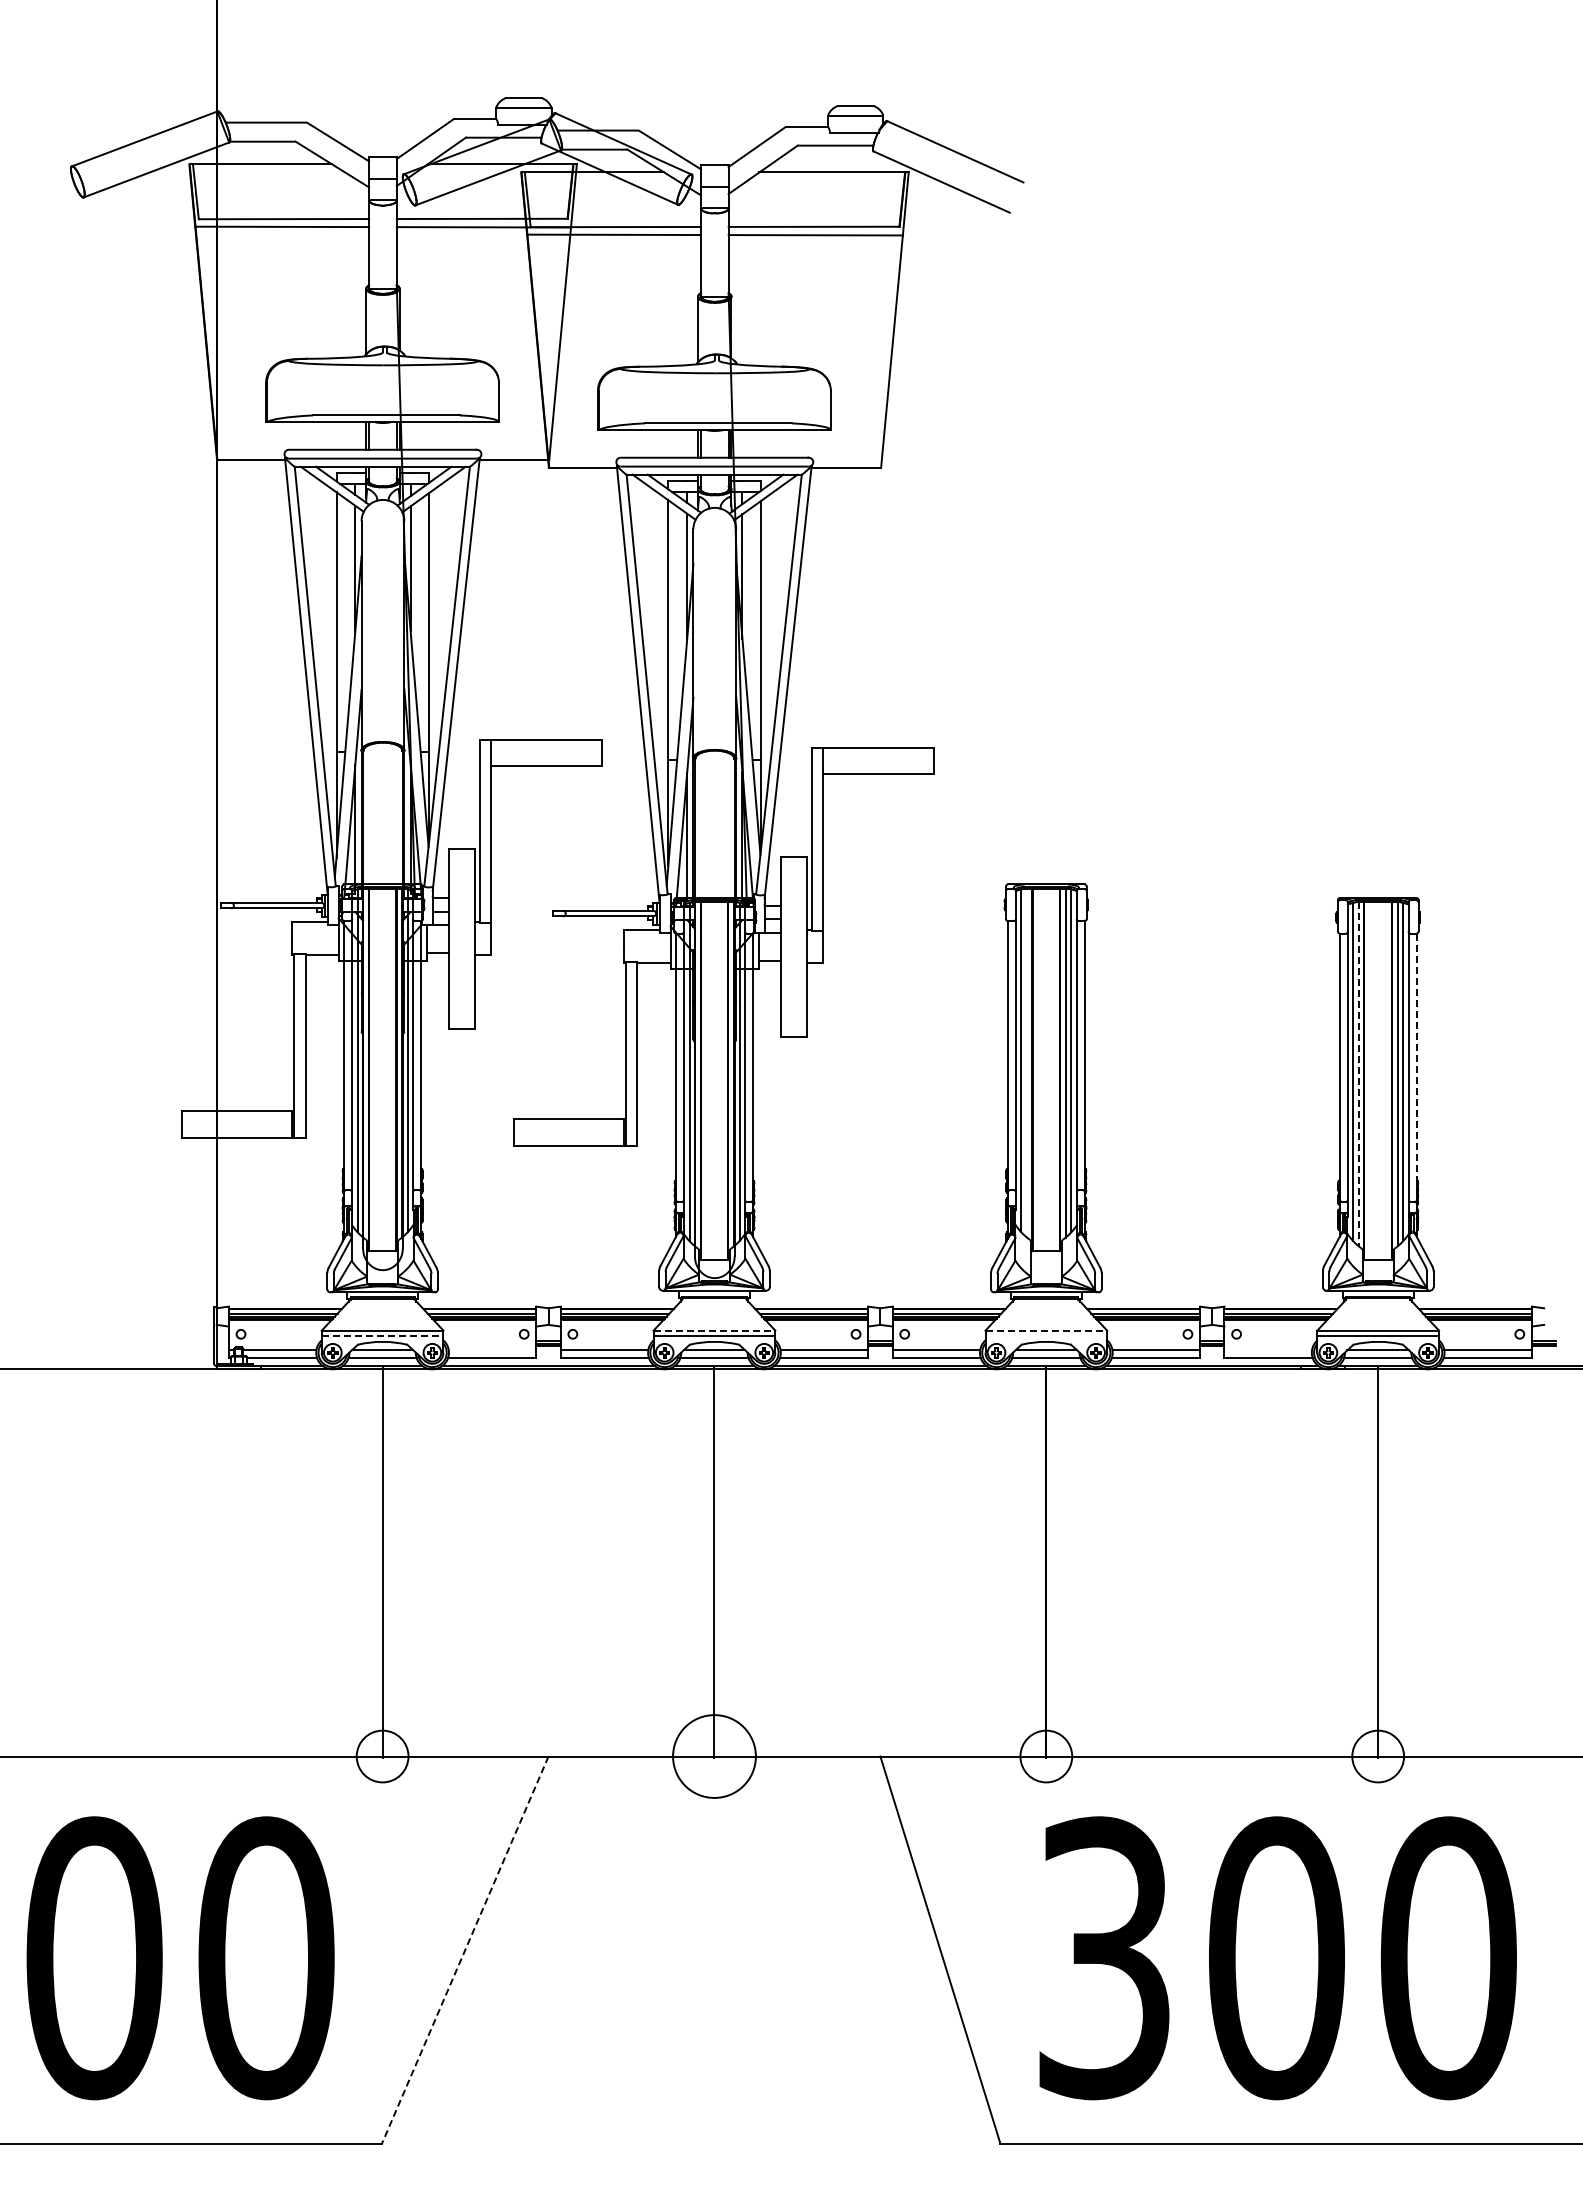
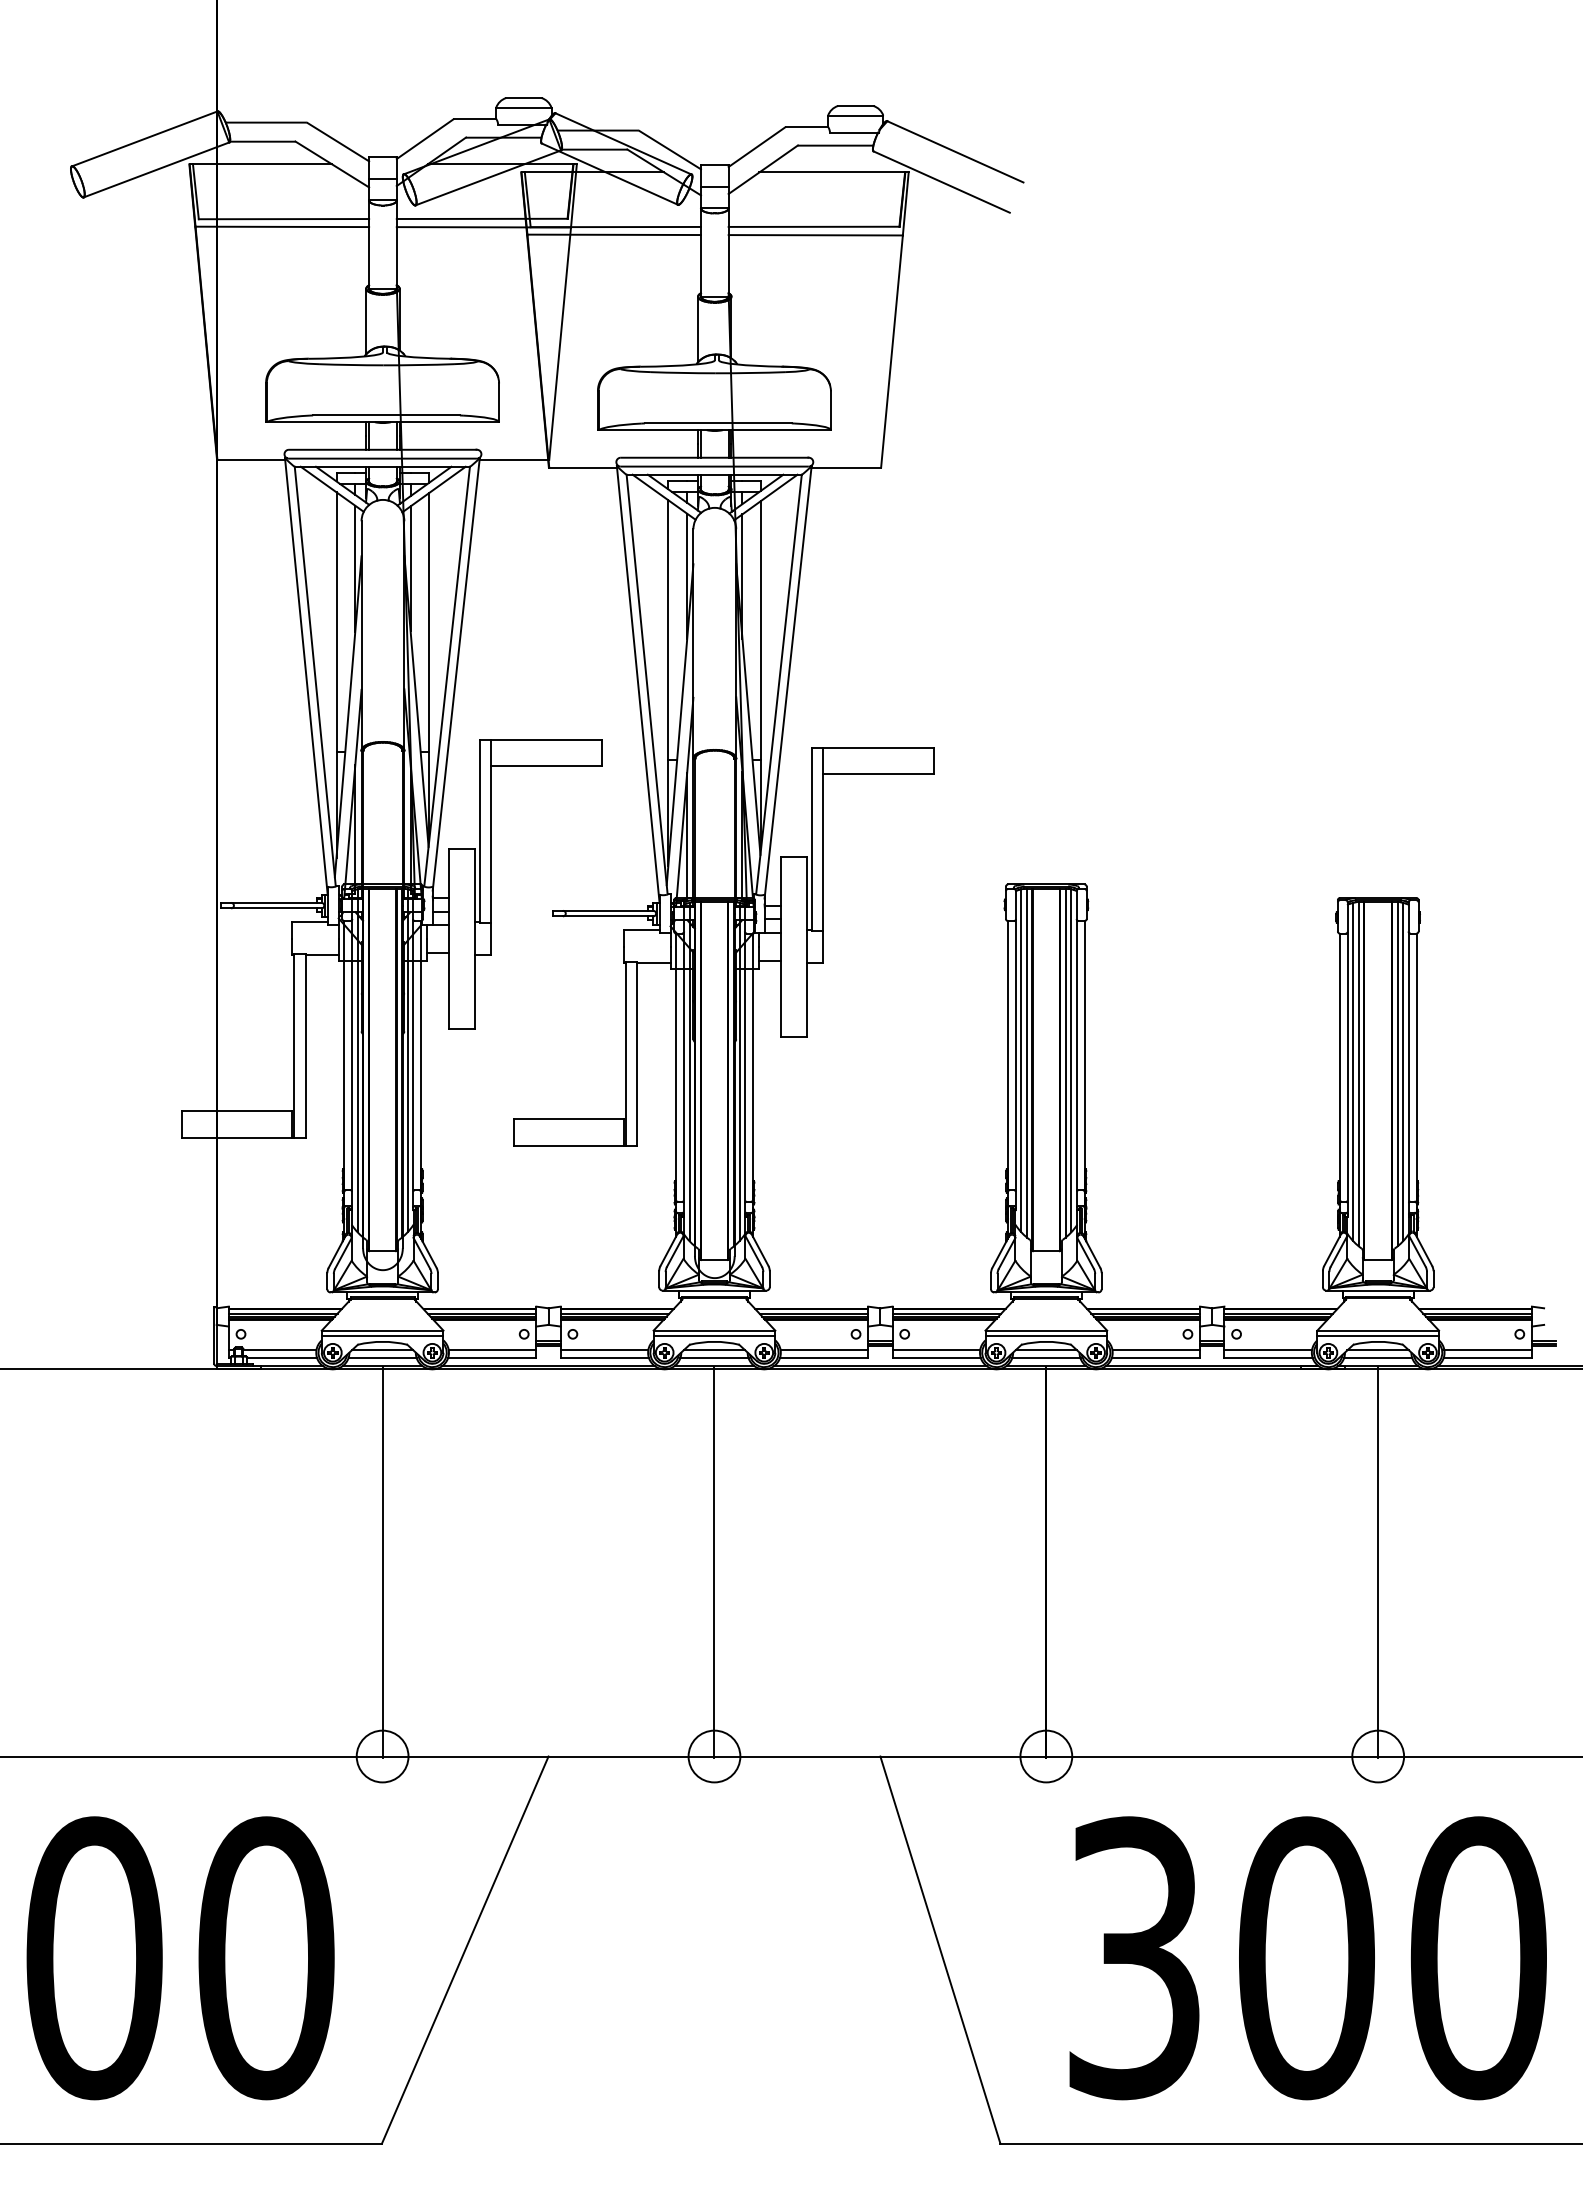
line at (1026, 1062): none -> present
line at (1416, 1068): dashed -> solid
line at (1358, 1074): dashed -> solid
line at (714, 1330): dashed -> solid
line at (1046, 1330): dashed -> solid
line at (382, 1336): dashed -> solid
line at (1046, 1336): none -> present
line at (492, 1350): none -> present
line at (1268, 1350): none -> present
circle at (714, 1756) diameter: 83 px -> 52 px
line at (465, 1950): dashed -> solid
text at (1277, 1958) position: (1277, 1958) -> (1307, 1958)
